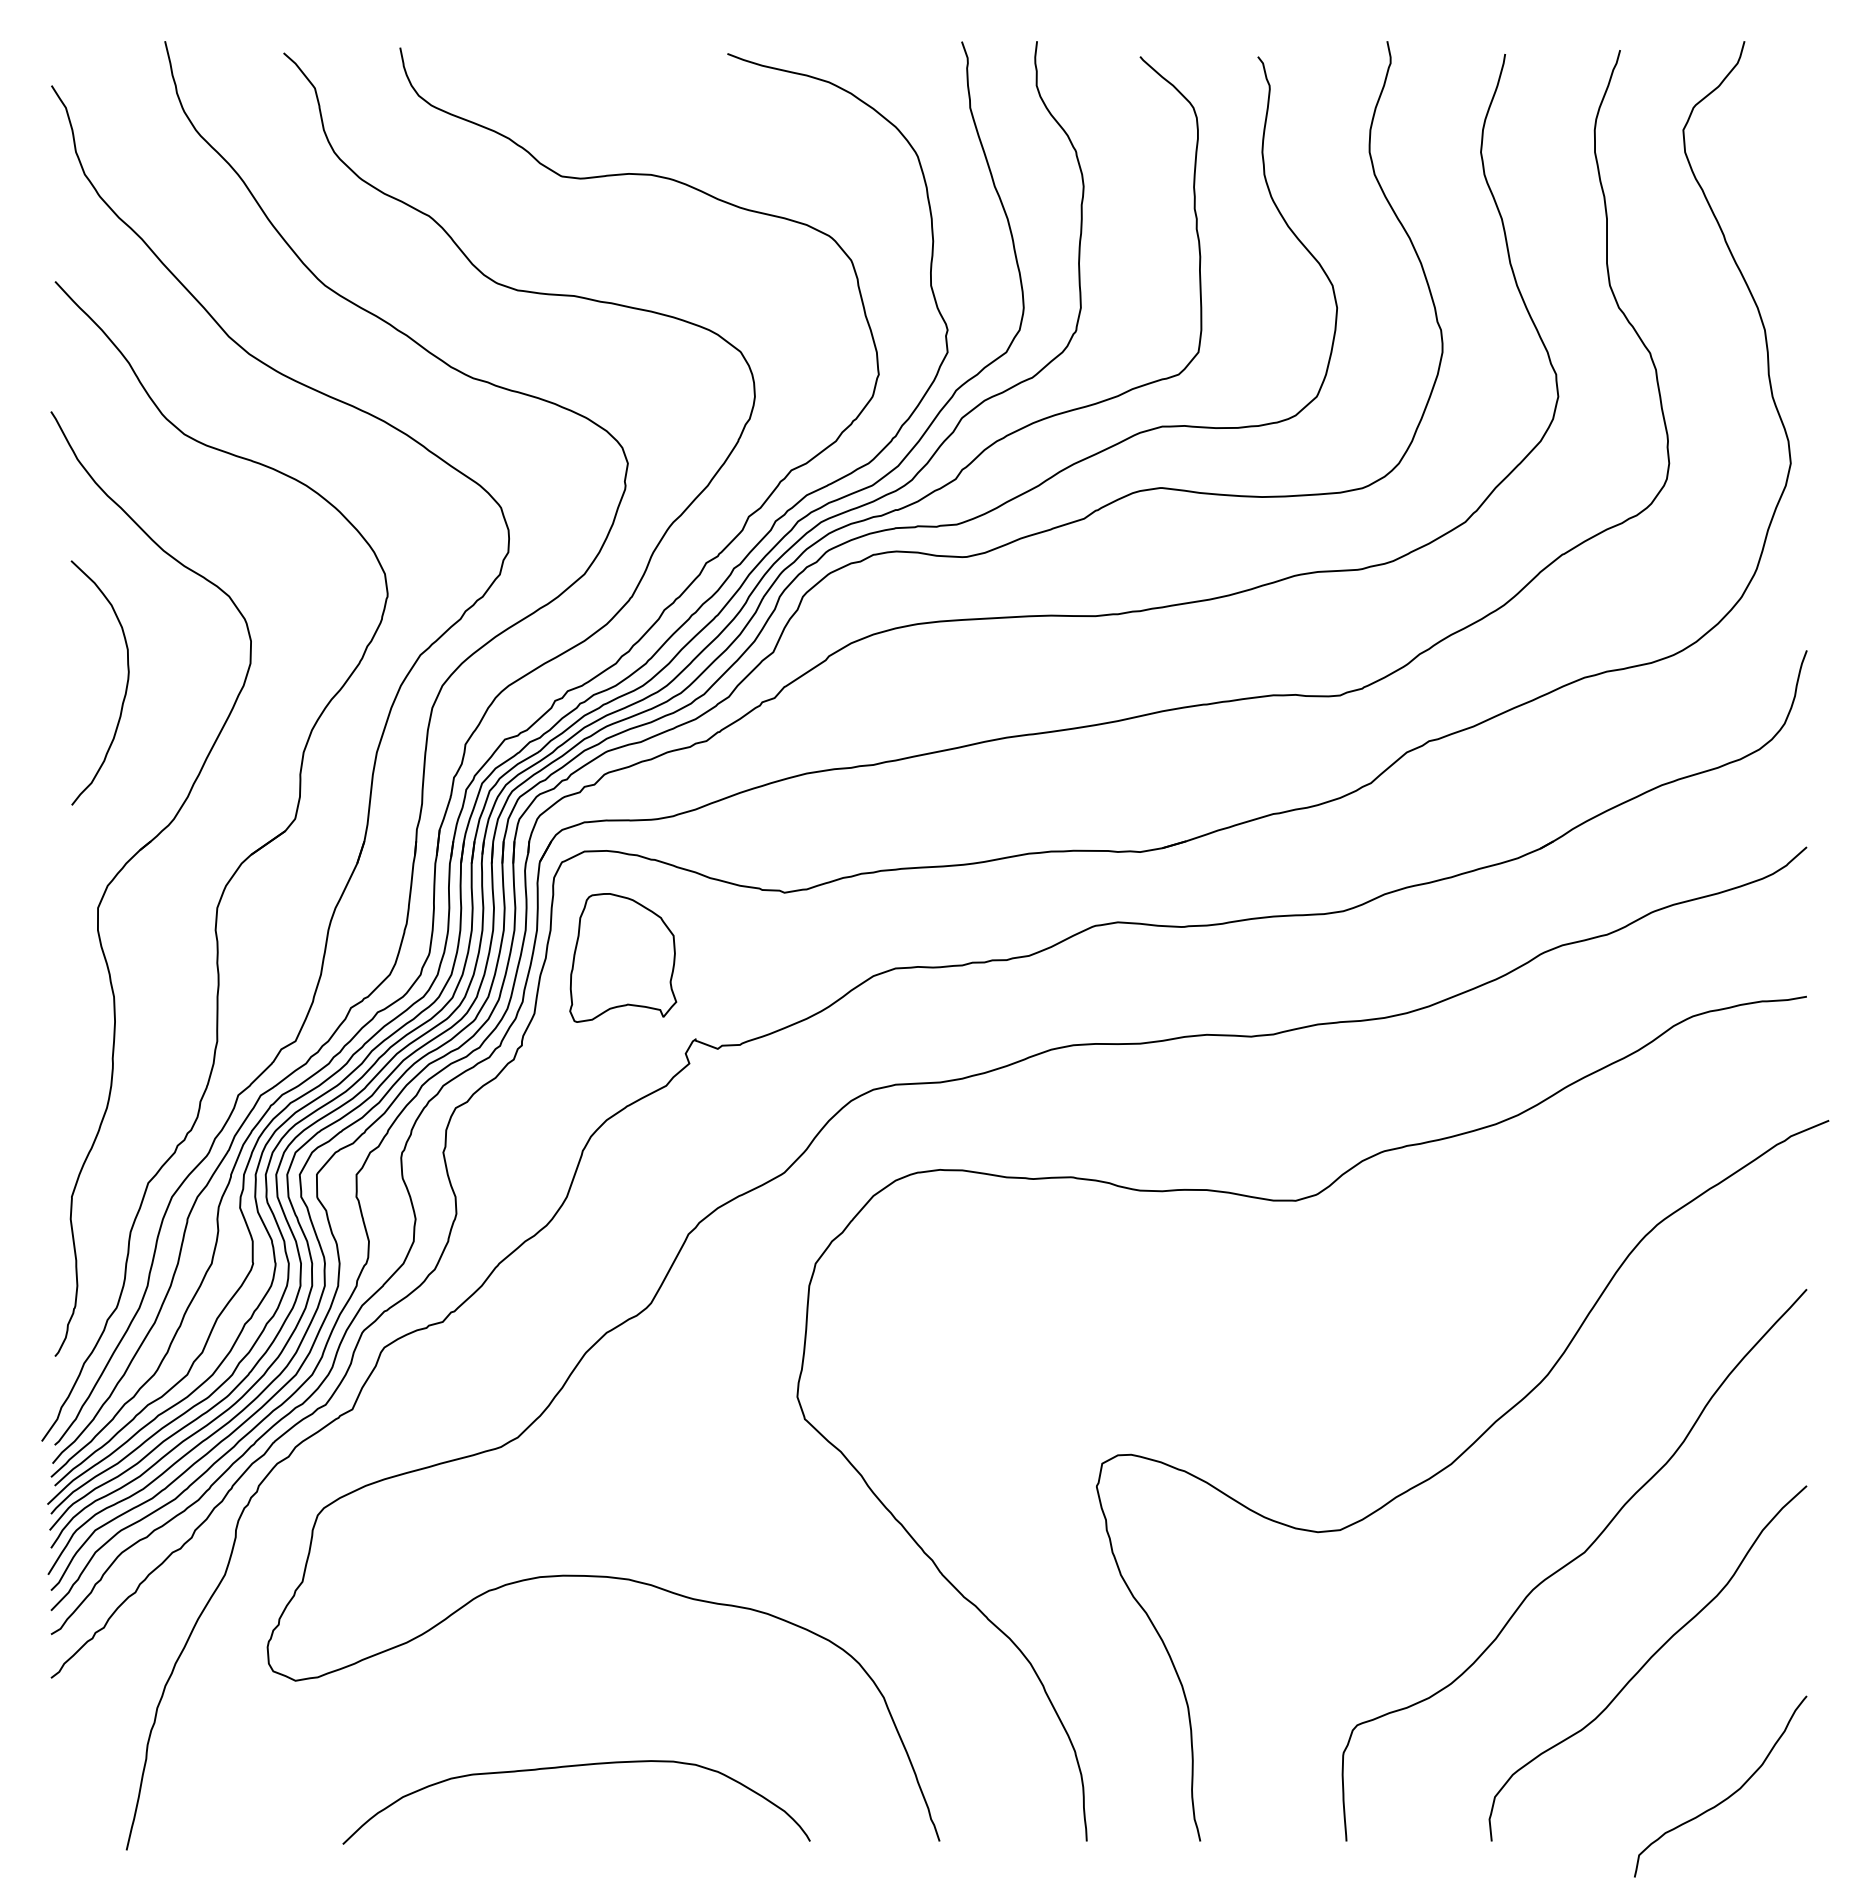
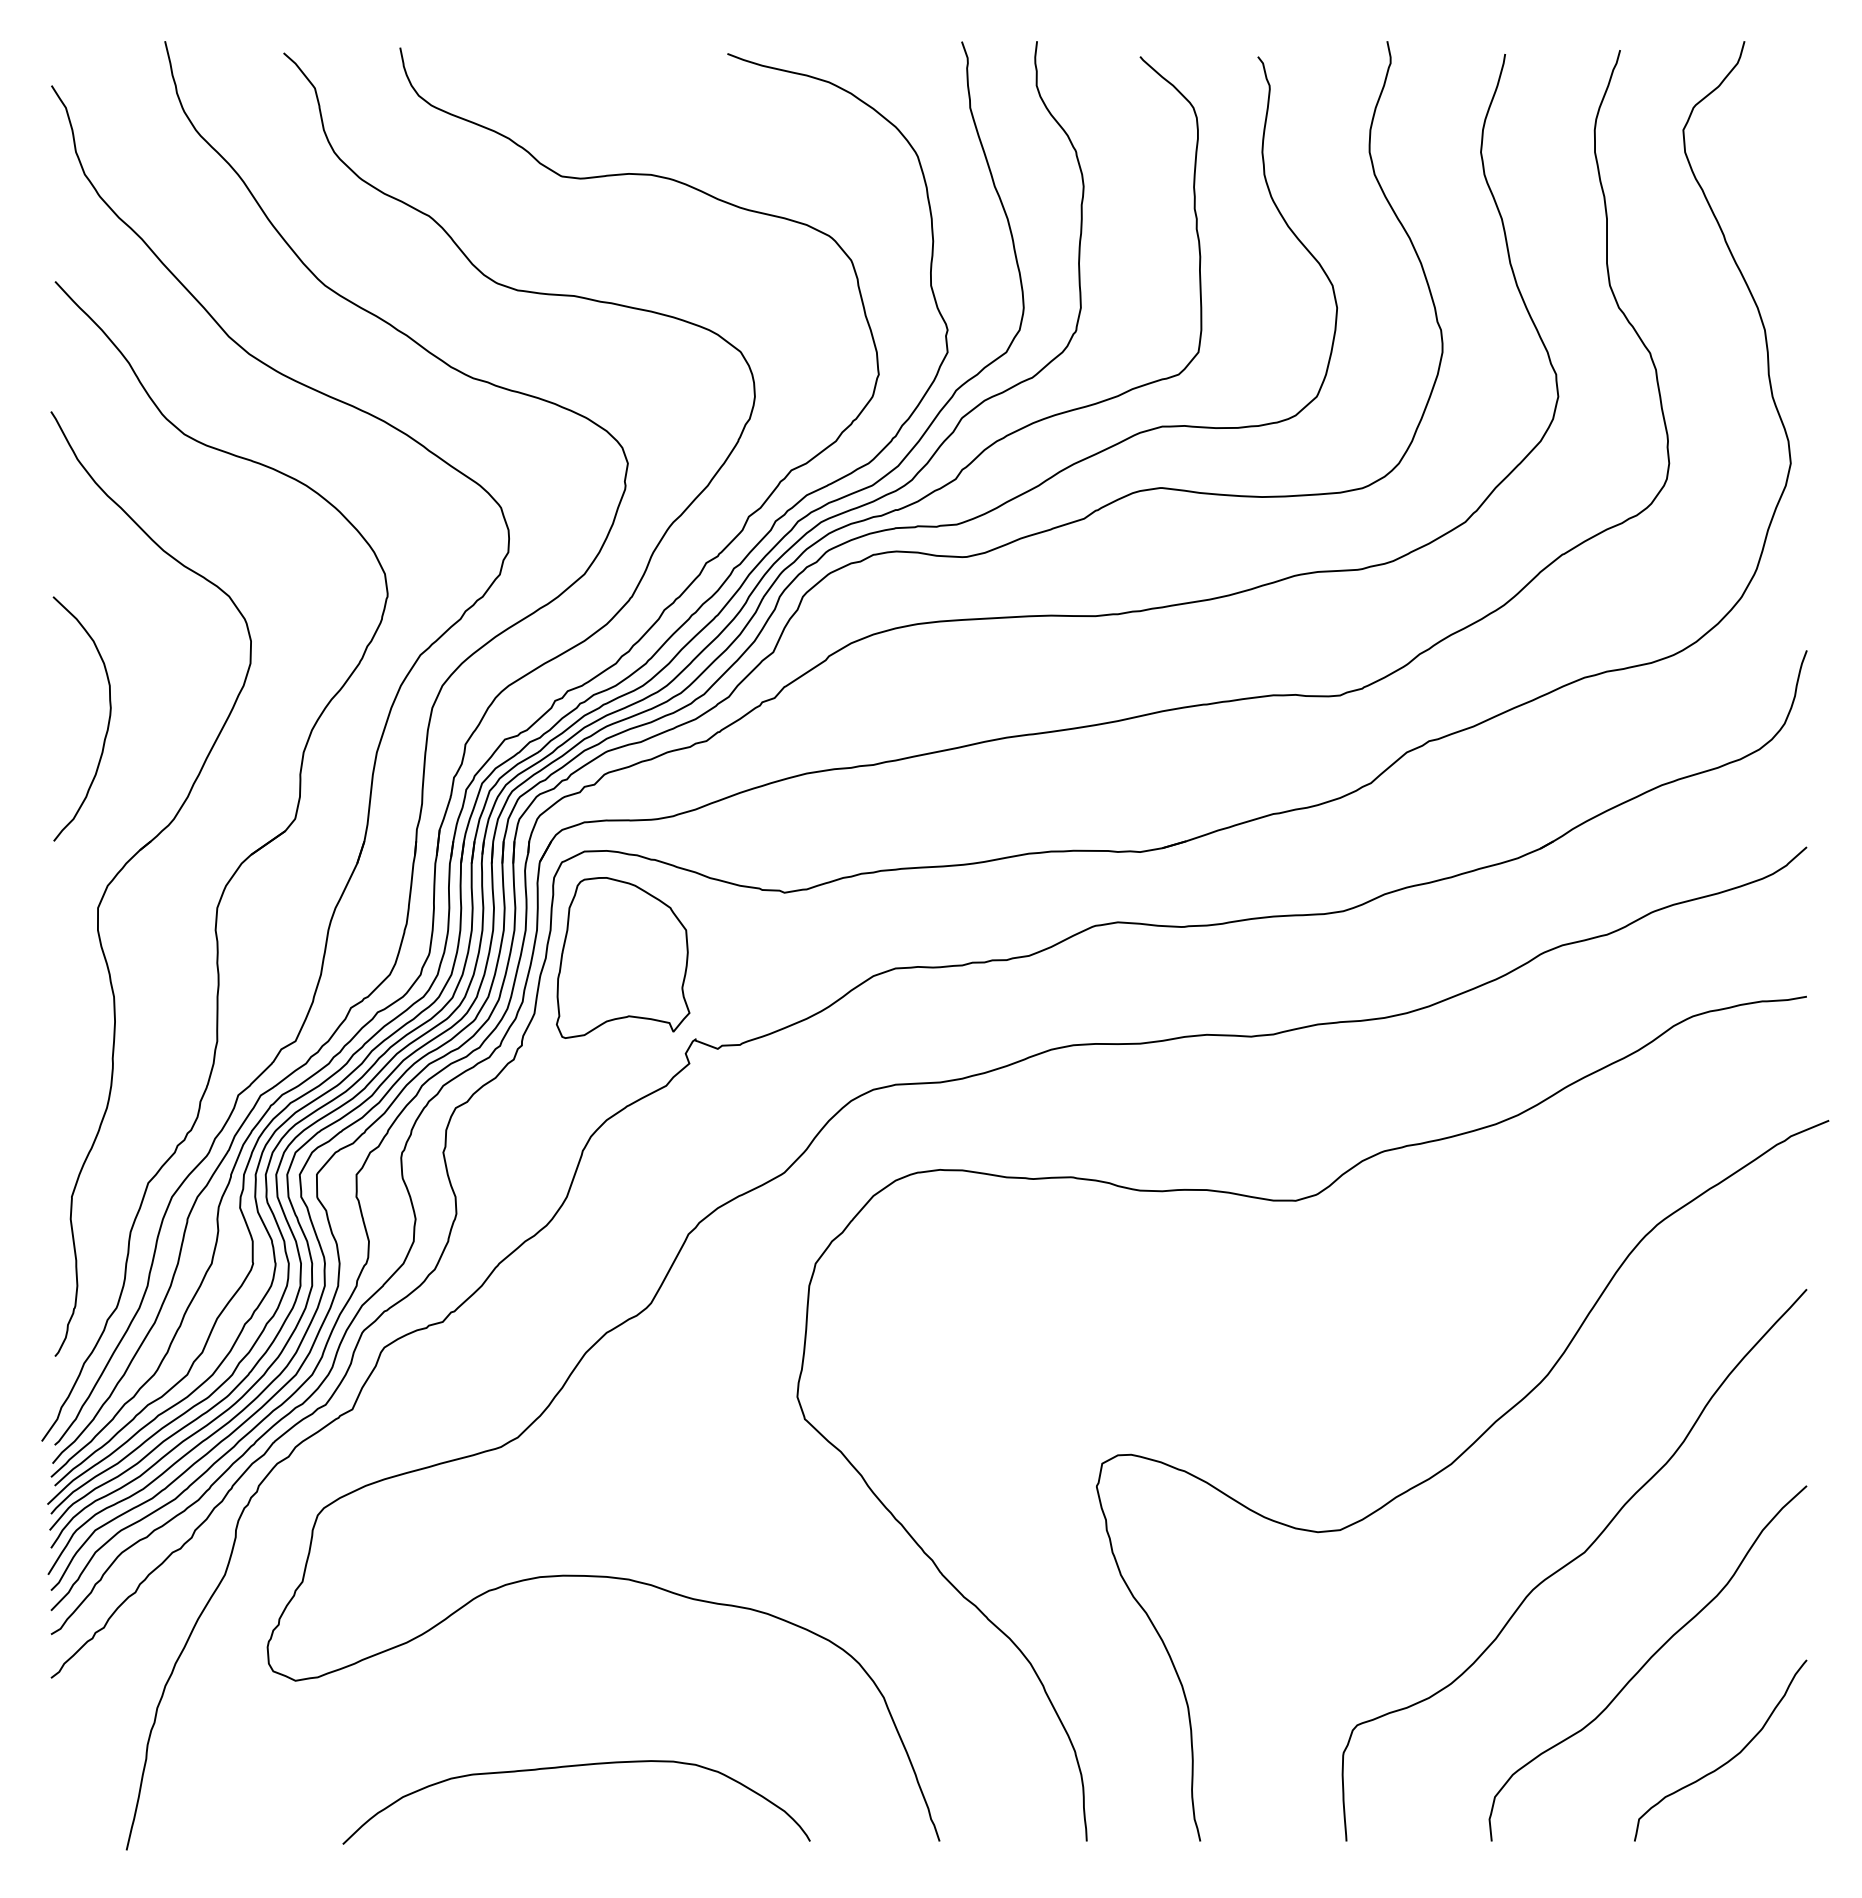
curve at (125, 688) position: (125, 688) -> (107, 724)
part at (623, 957) size: 109x130 px -> 135x162 px
curve at (1729, 1795) position: (1729, 1795) -> (1729, 1759)
